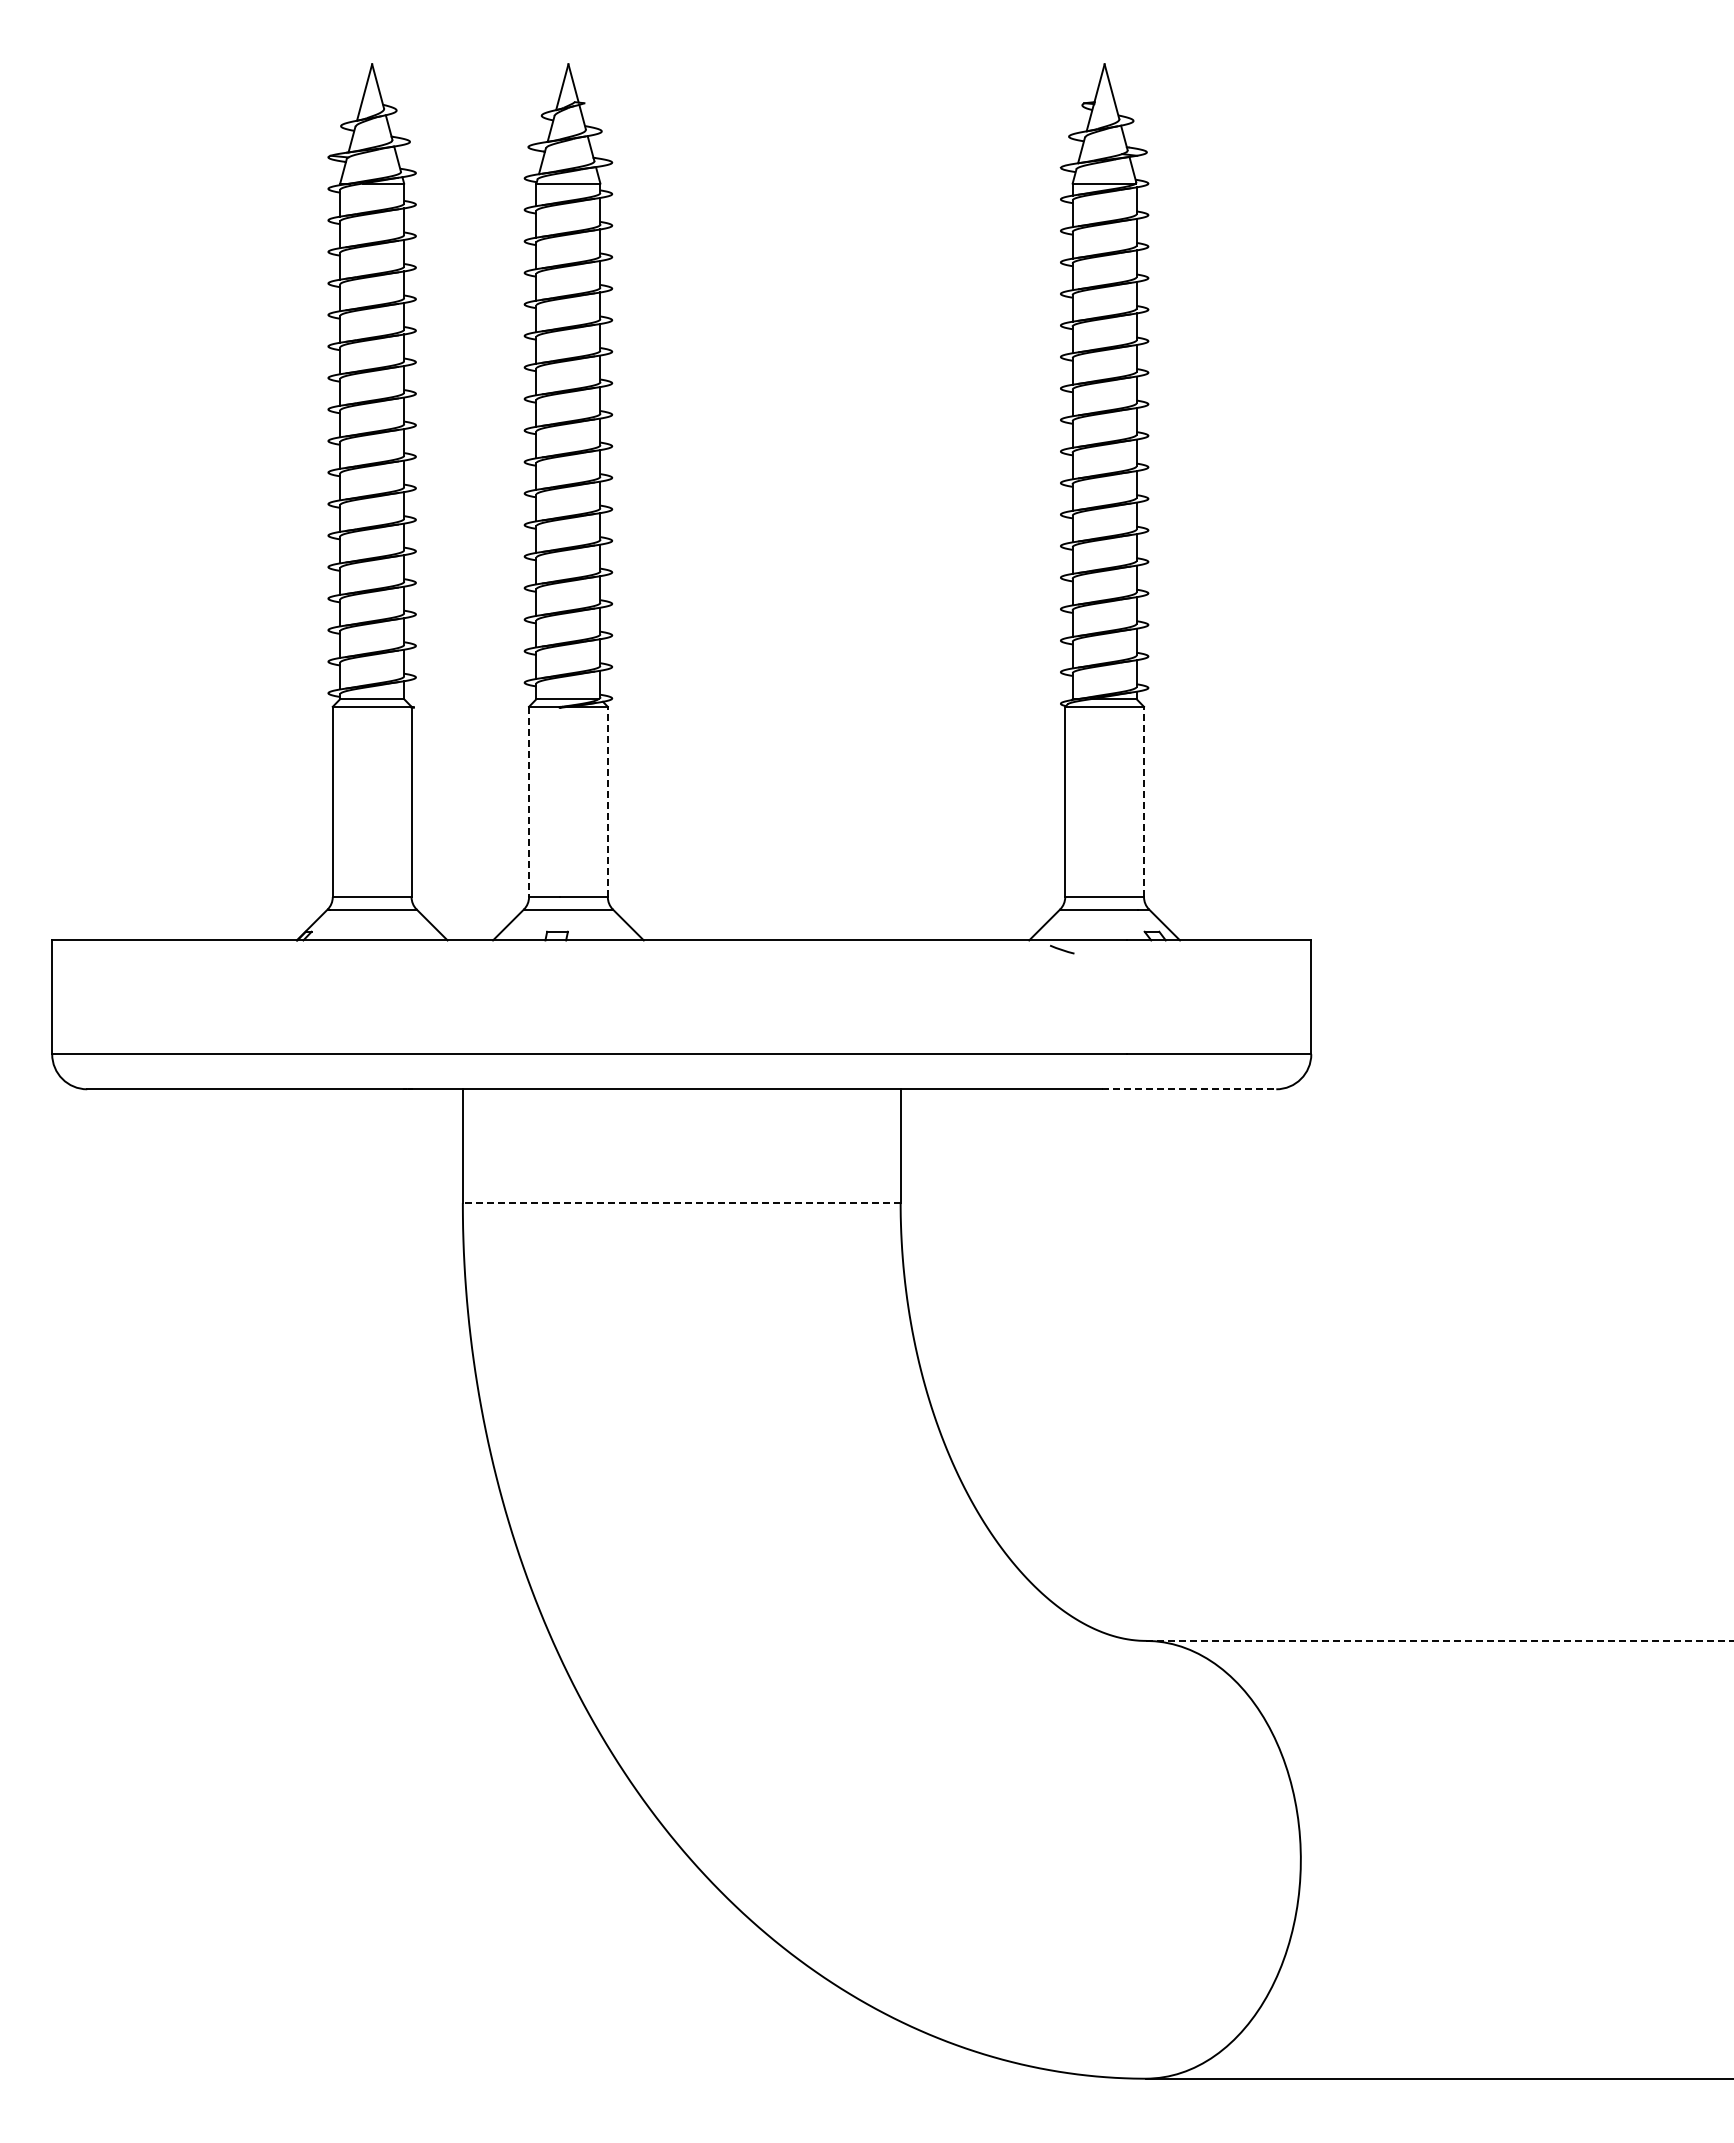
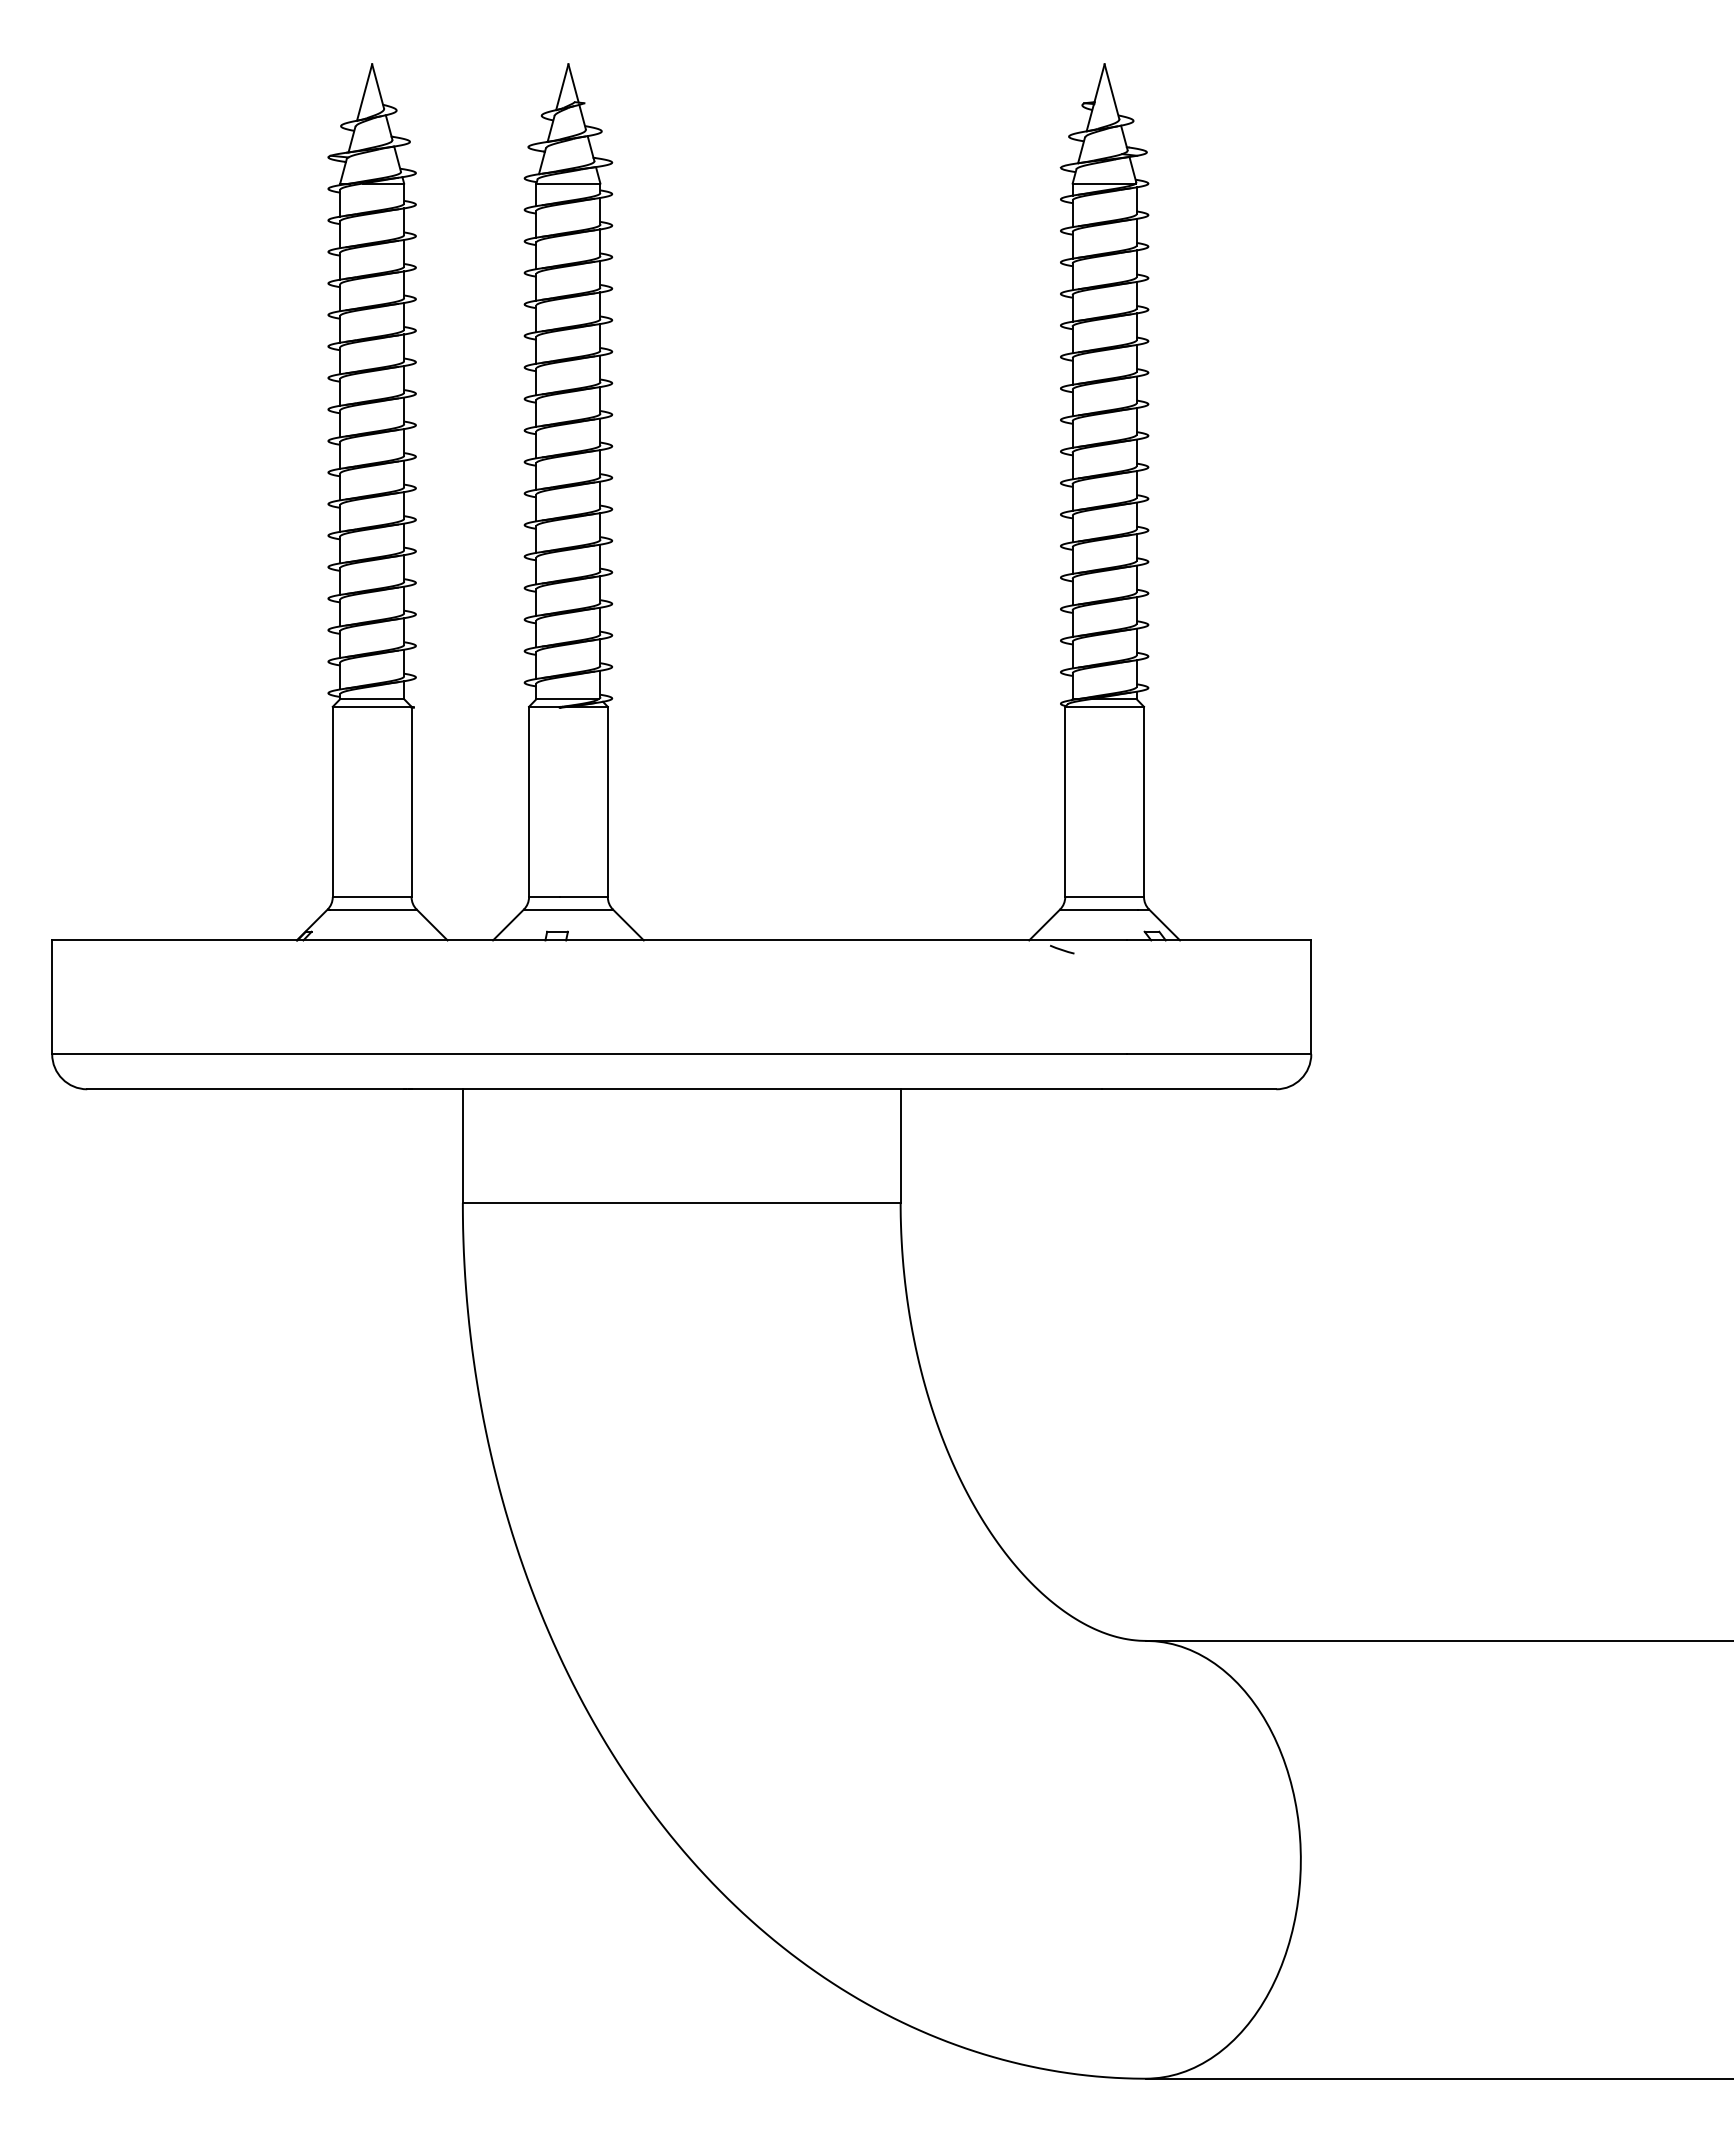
line at (607, 801): dashed -> solid
line at (1144, 801): dashed -> solid
line at (529, 802): dashed -> solid
line at (1189, 1089): dashed -> solid
line at (681, 1203): dashed -> solid
line at (1439, 1640): dashed -> solid
